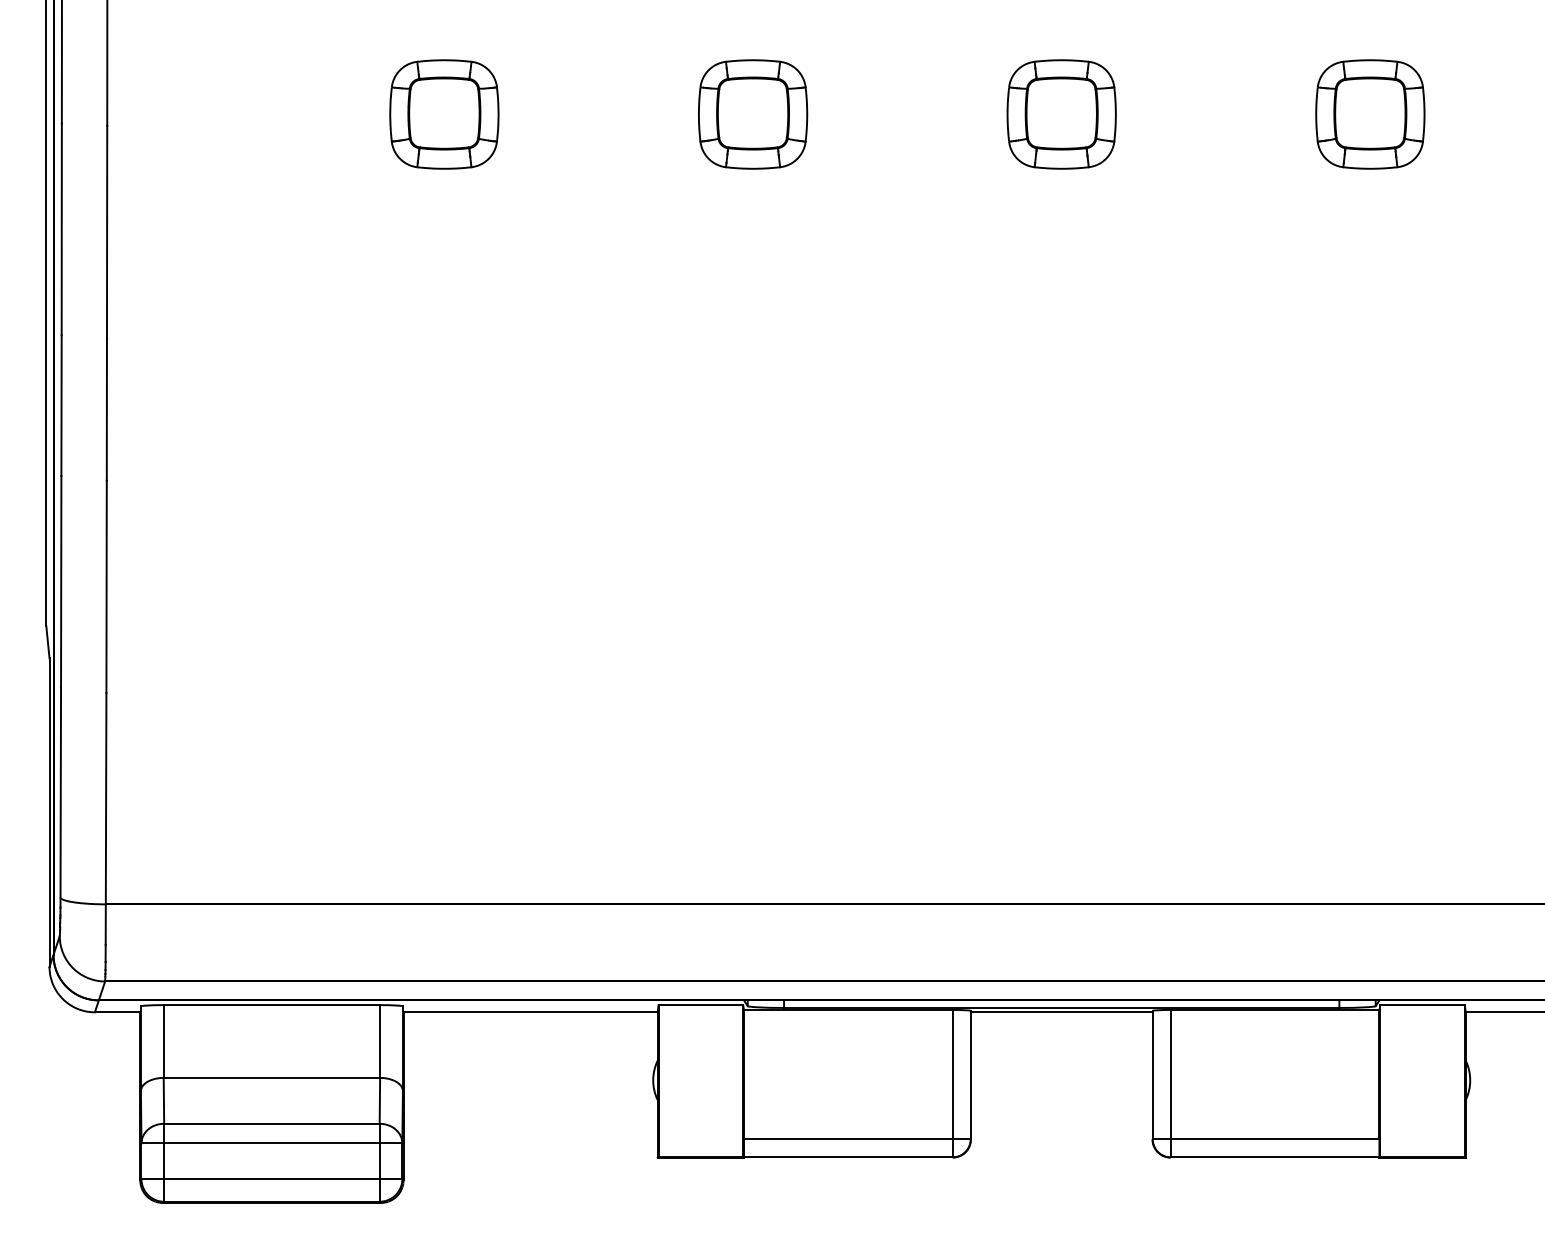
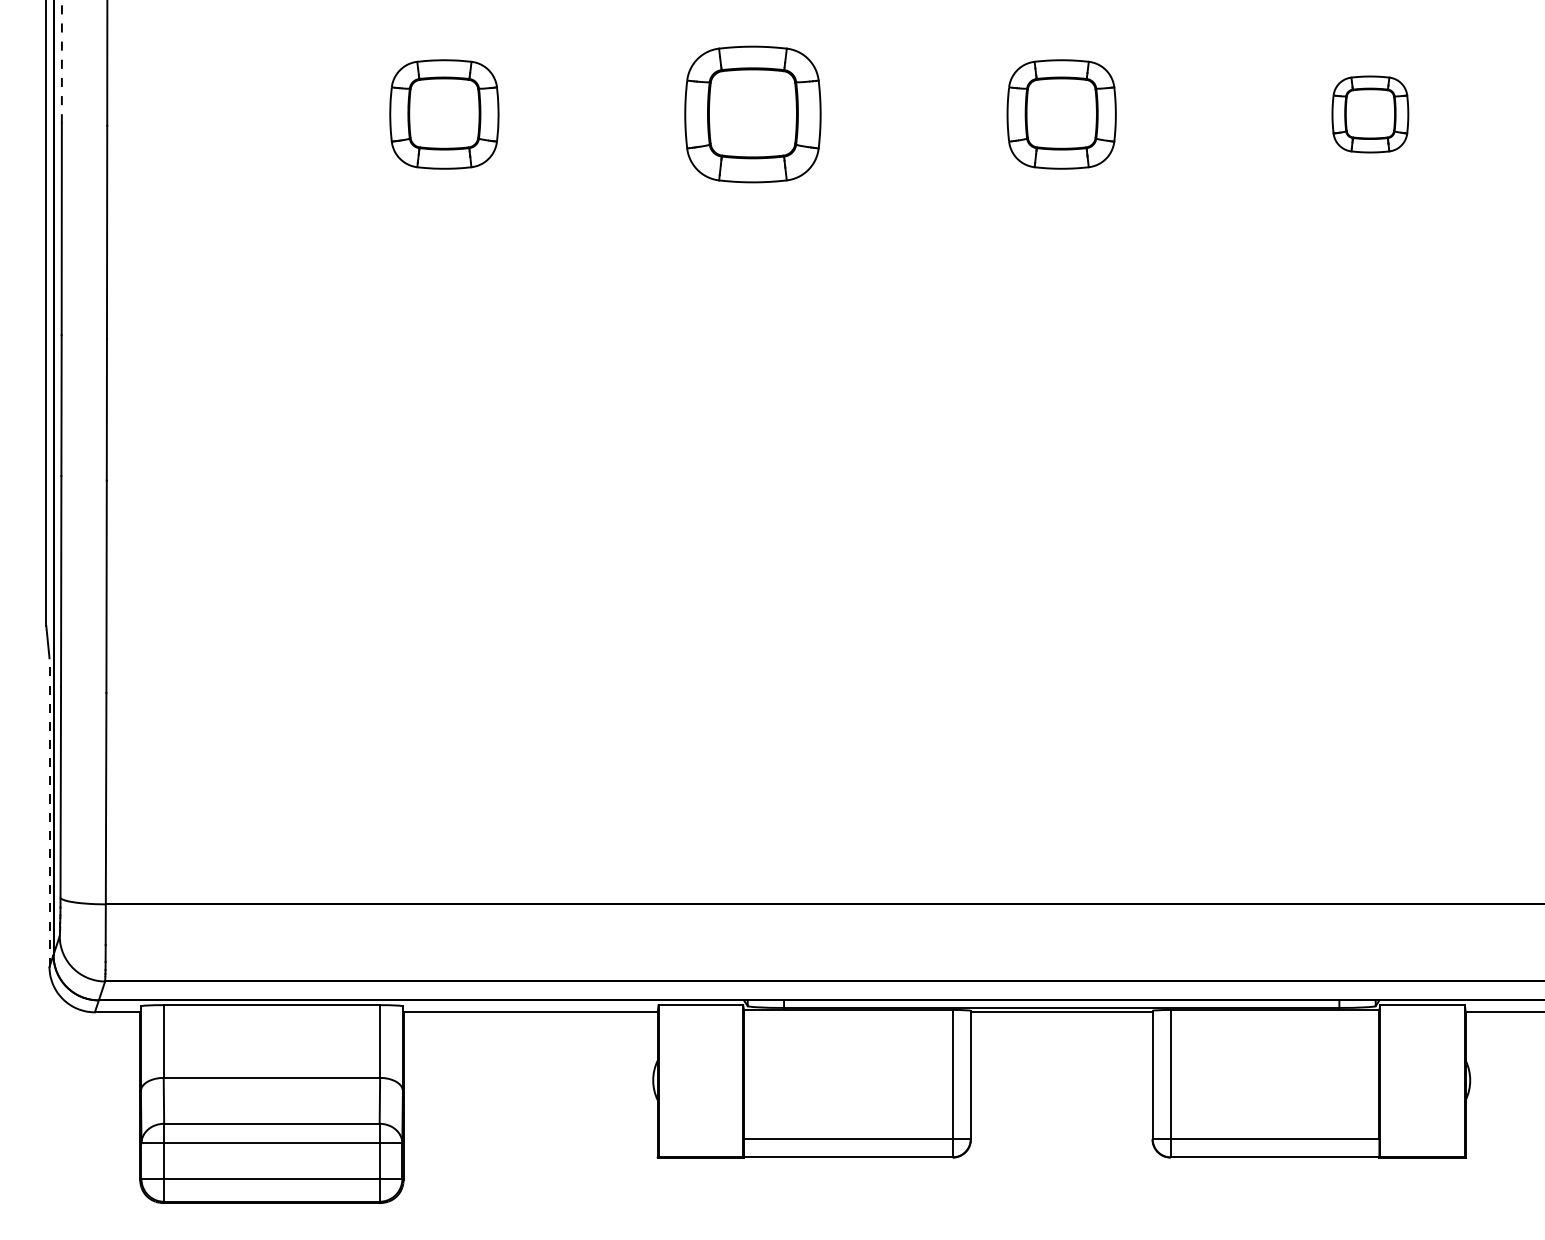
line at (61, 61): solid -> dashed
part at (753, 114) size: 111x111 px -> 138x139 px
part at (1370, 114) size: 111x111 px -> 79x79 px
line at (49, 812): solid -> dashed
